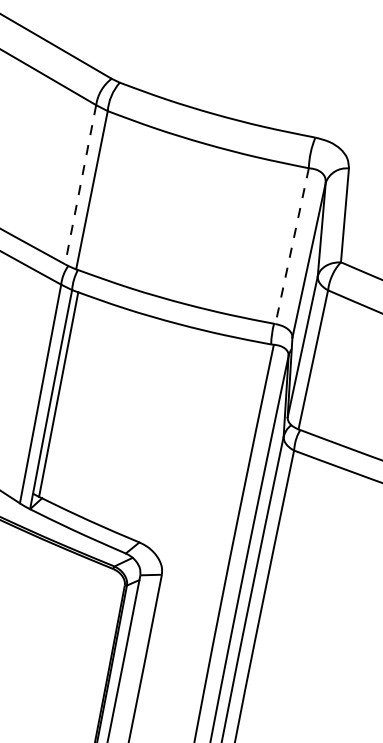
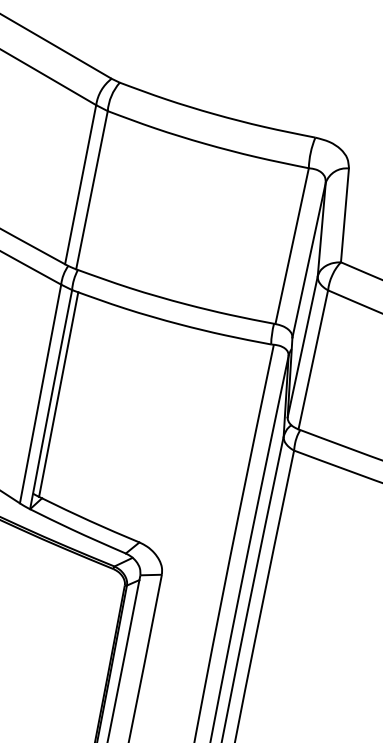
line at (80, 185): dashed -> solid
line at (292, 246): dashed -> solid
